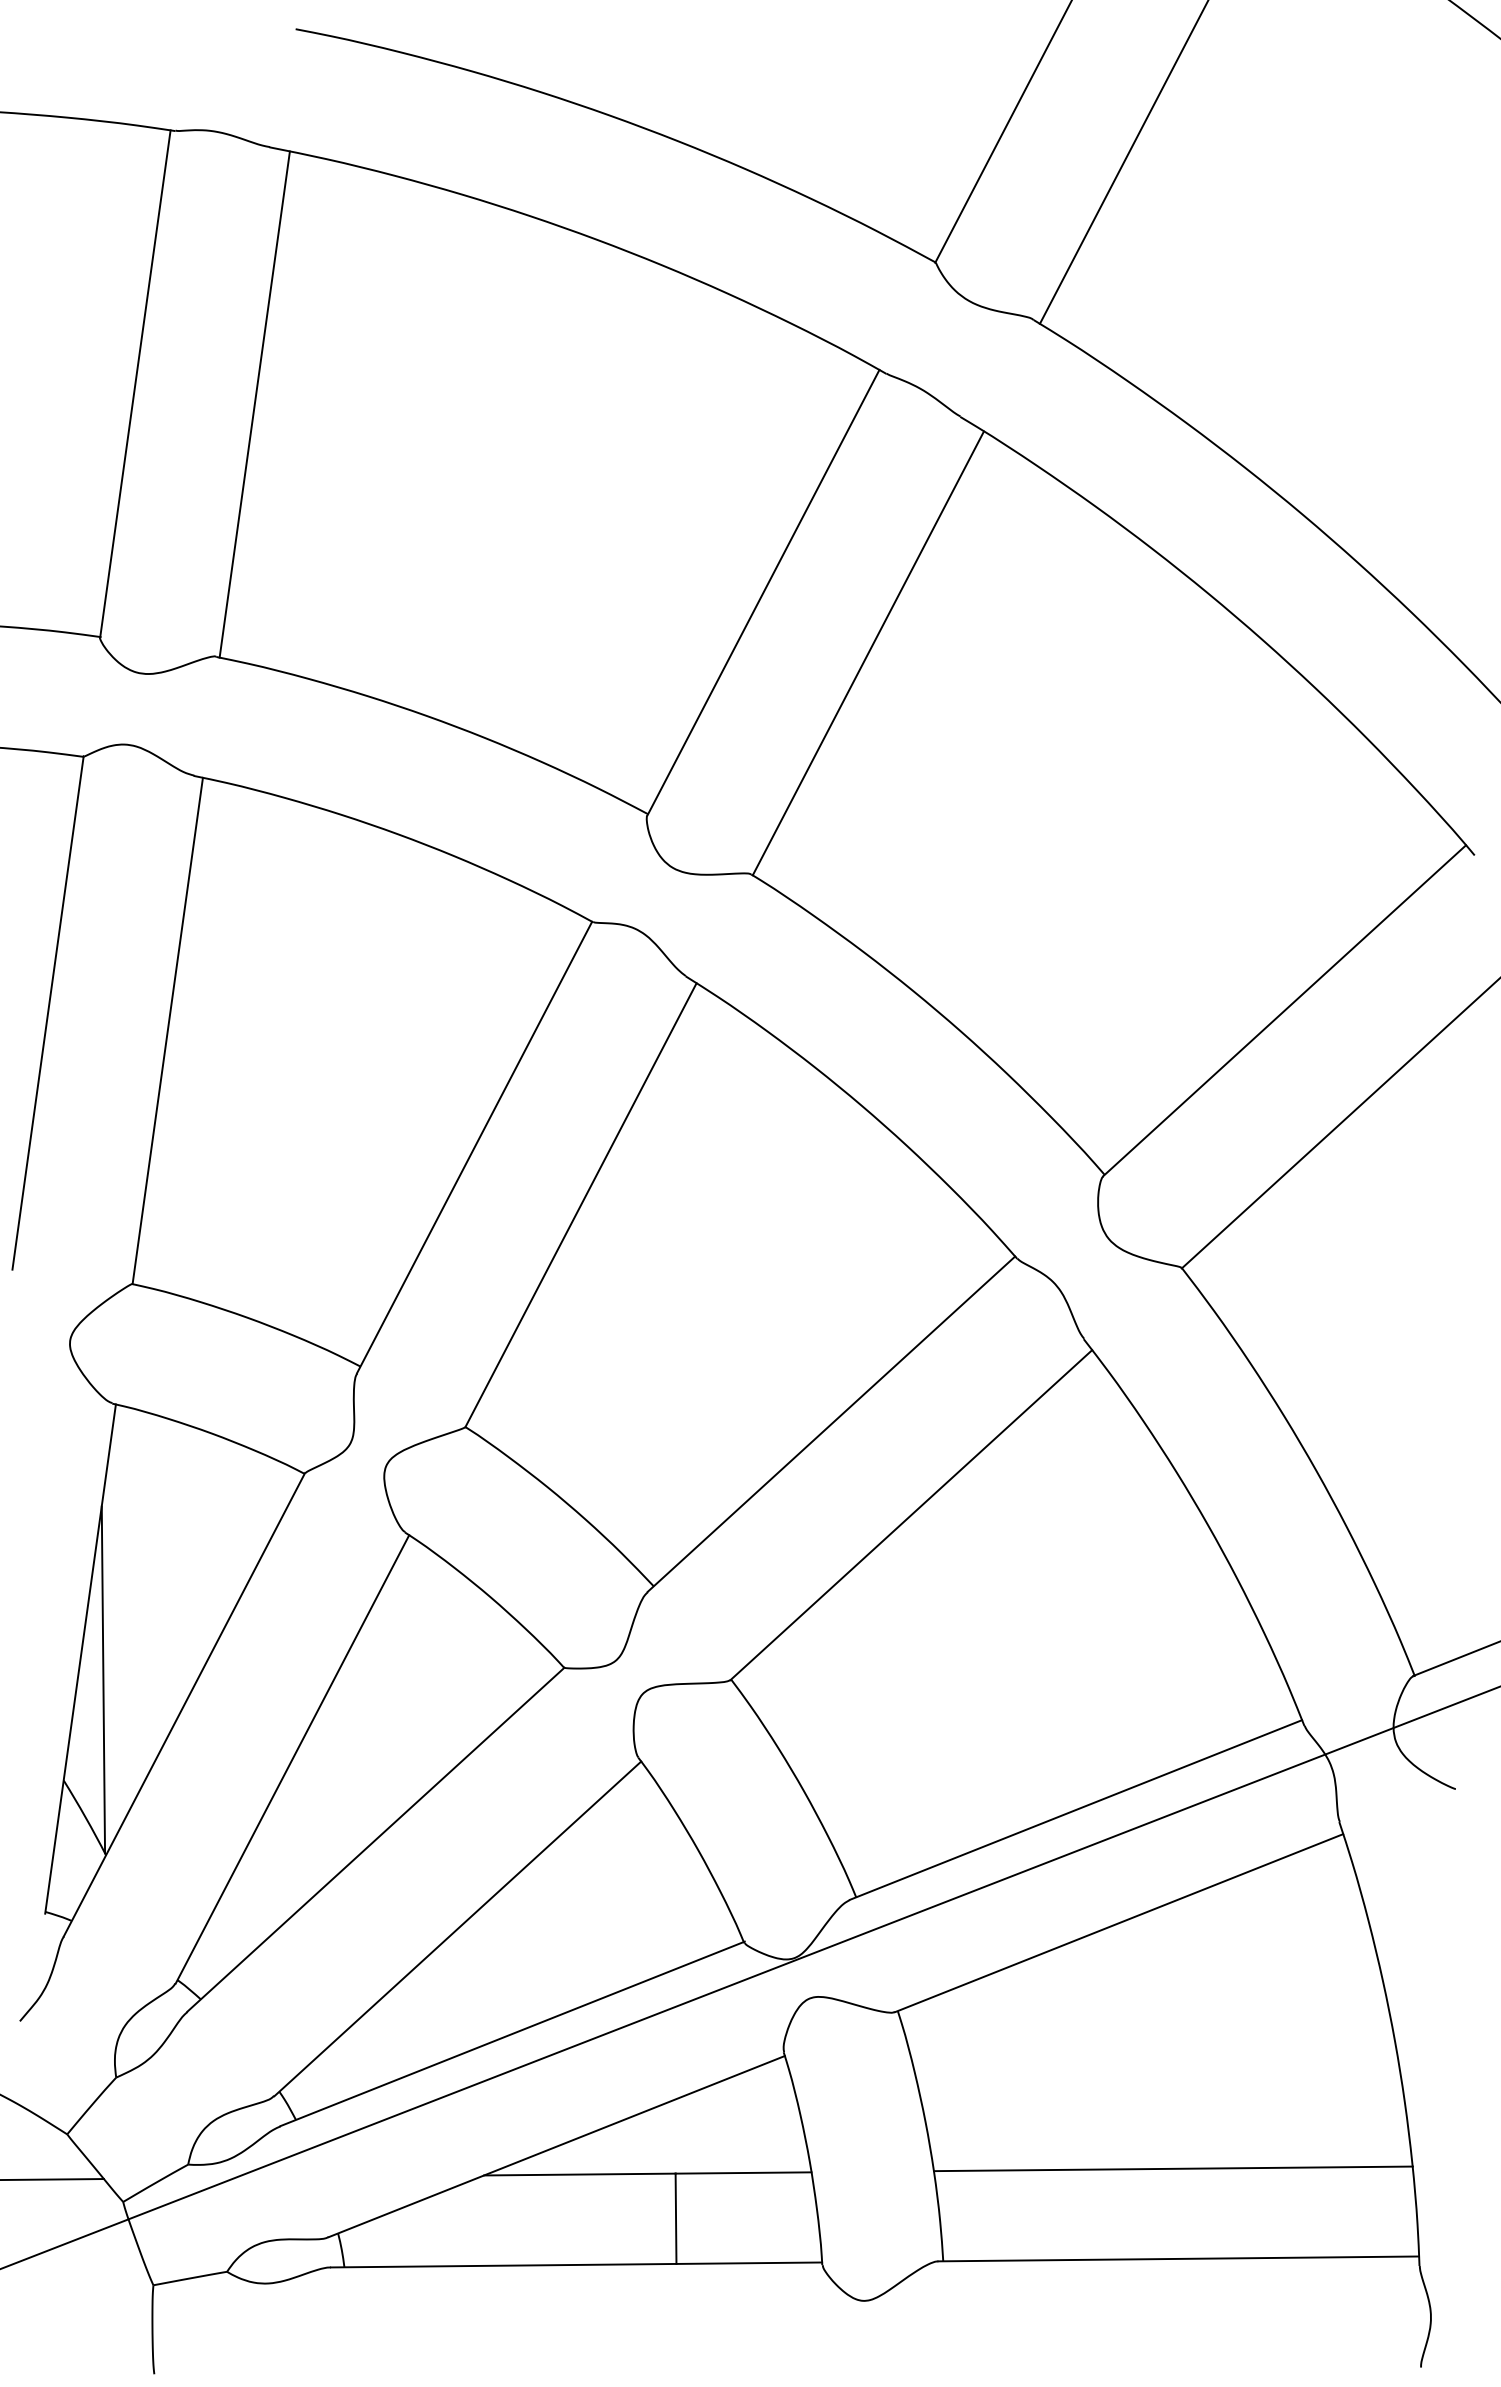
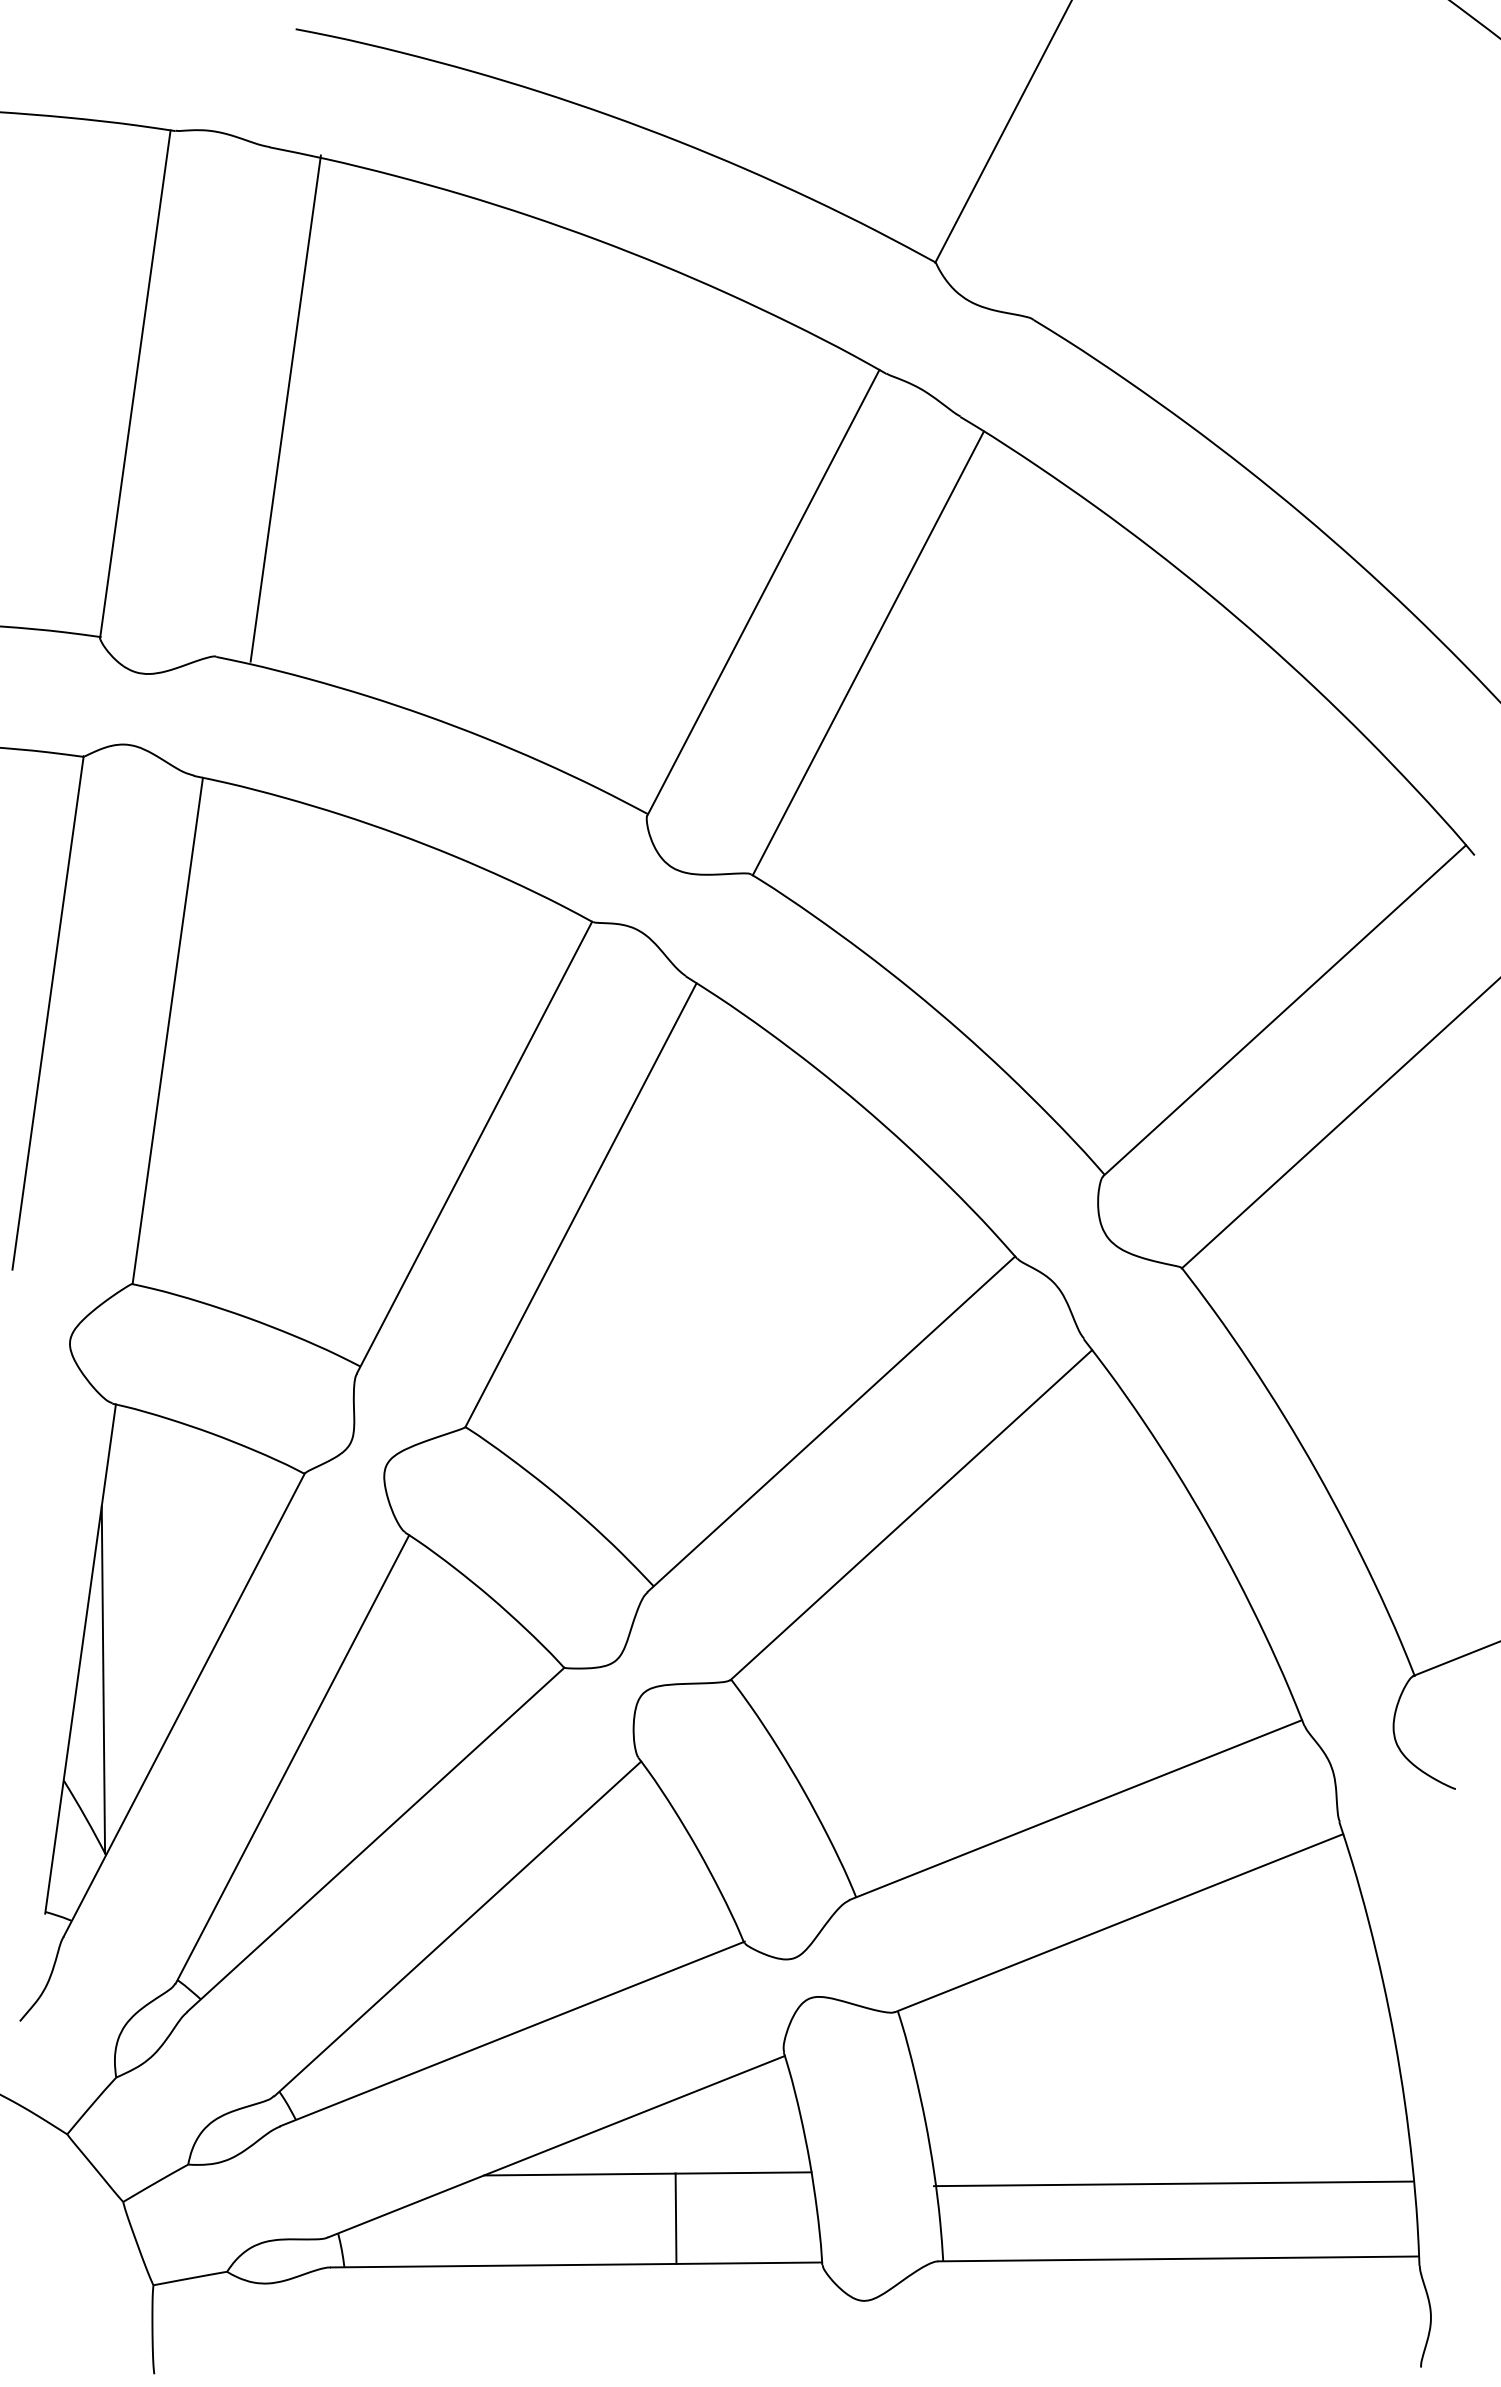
line at (1123, 162): present -> none
line at (254, 404) position: (254, 404) -> (285, 408)
line at (749, 1977): present -> none
line at (1172, 2168) position: (1172, 2168) -> (1172, 2183)
line at (52, 2179): present -> none
